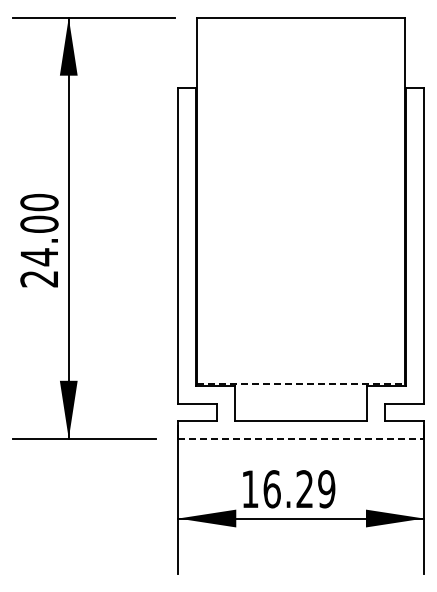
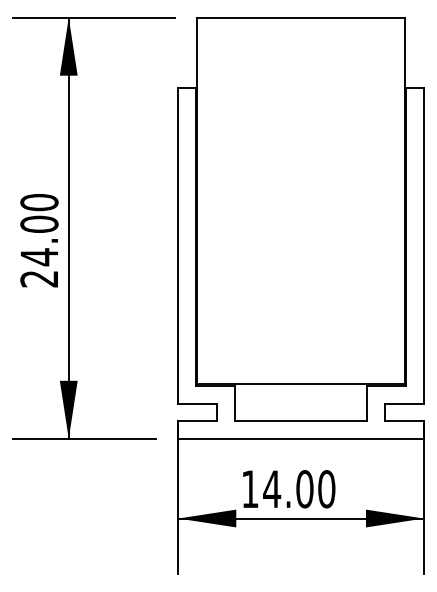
line at (301, 384): dashed -> solid
line at (301, 438): dashed -> solid
text at (299, 489): 16.29 -> 14.00
